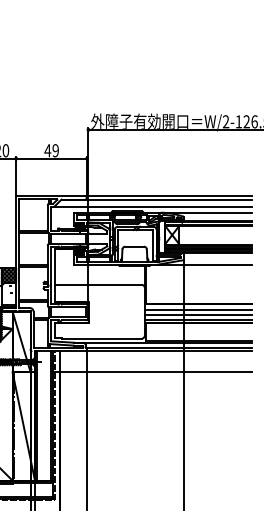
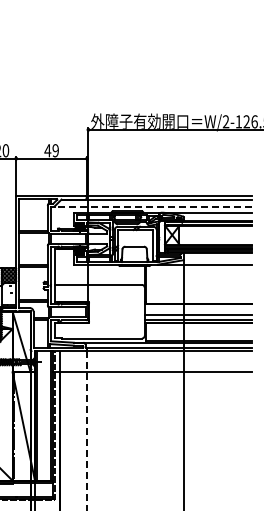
line at (153, 206): solid -> dashed
line at (198, 309): present -> none
line at (87, 431): solid -> dashed
